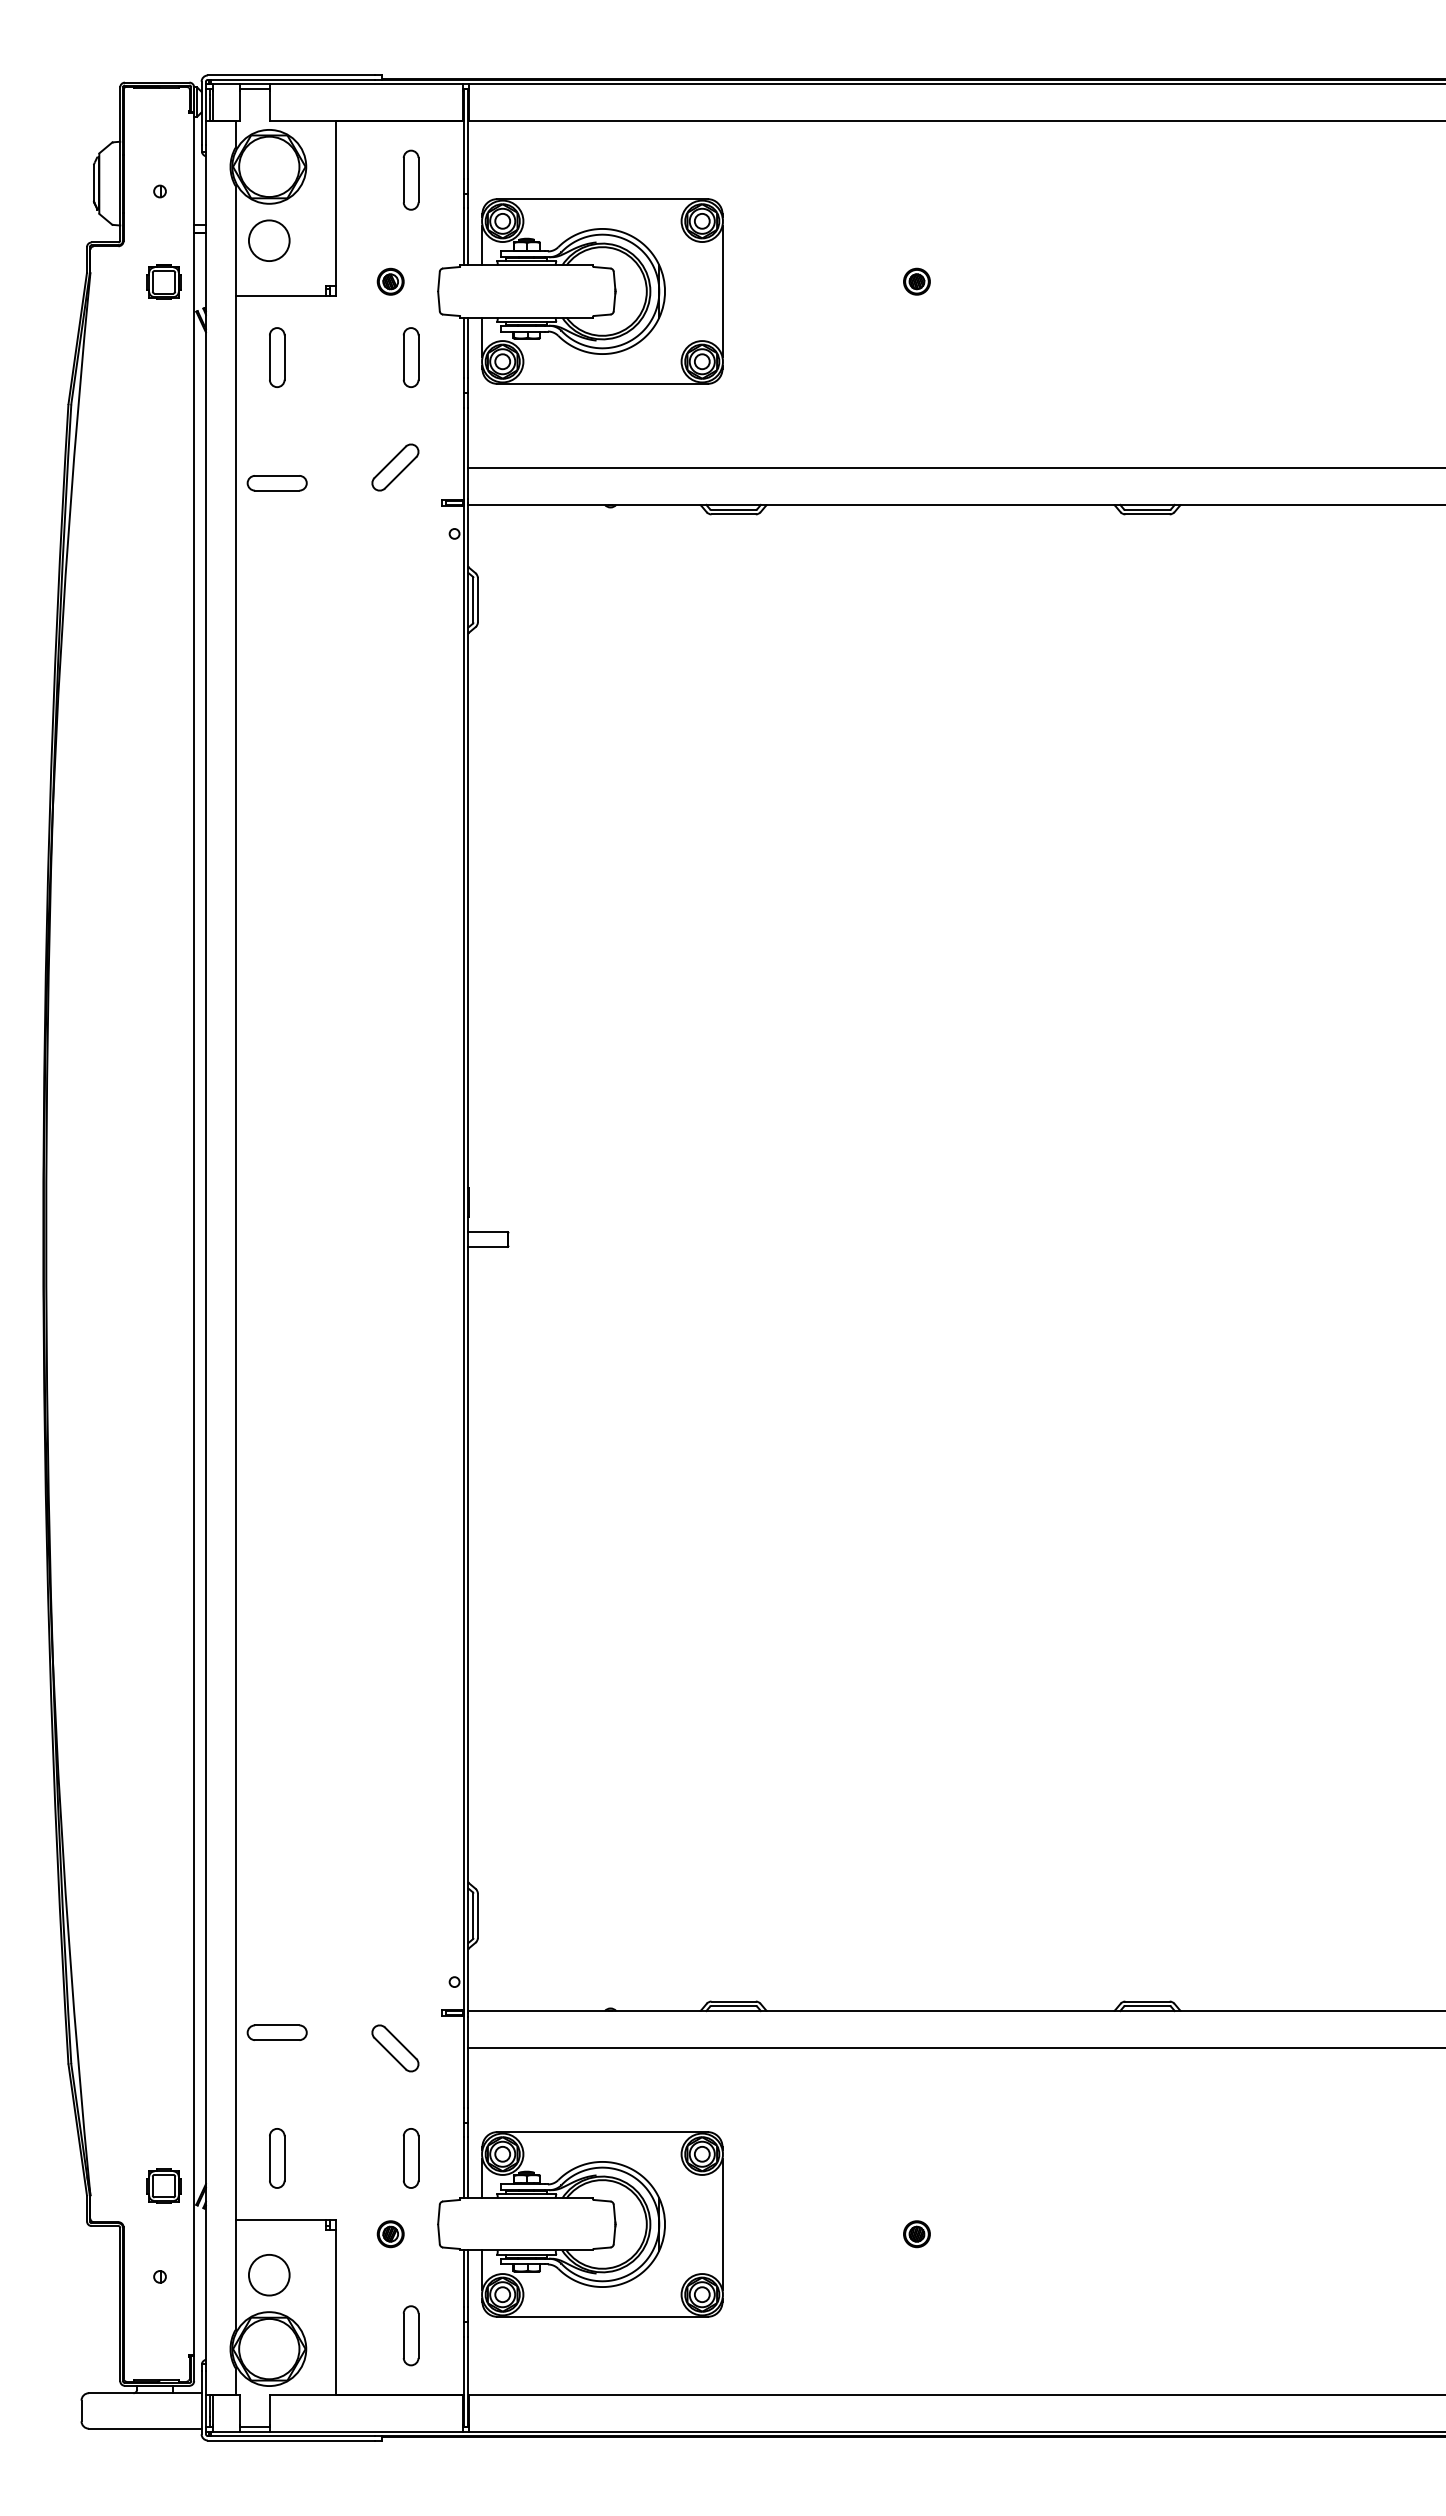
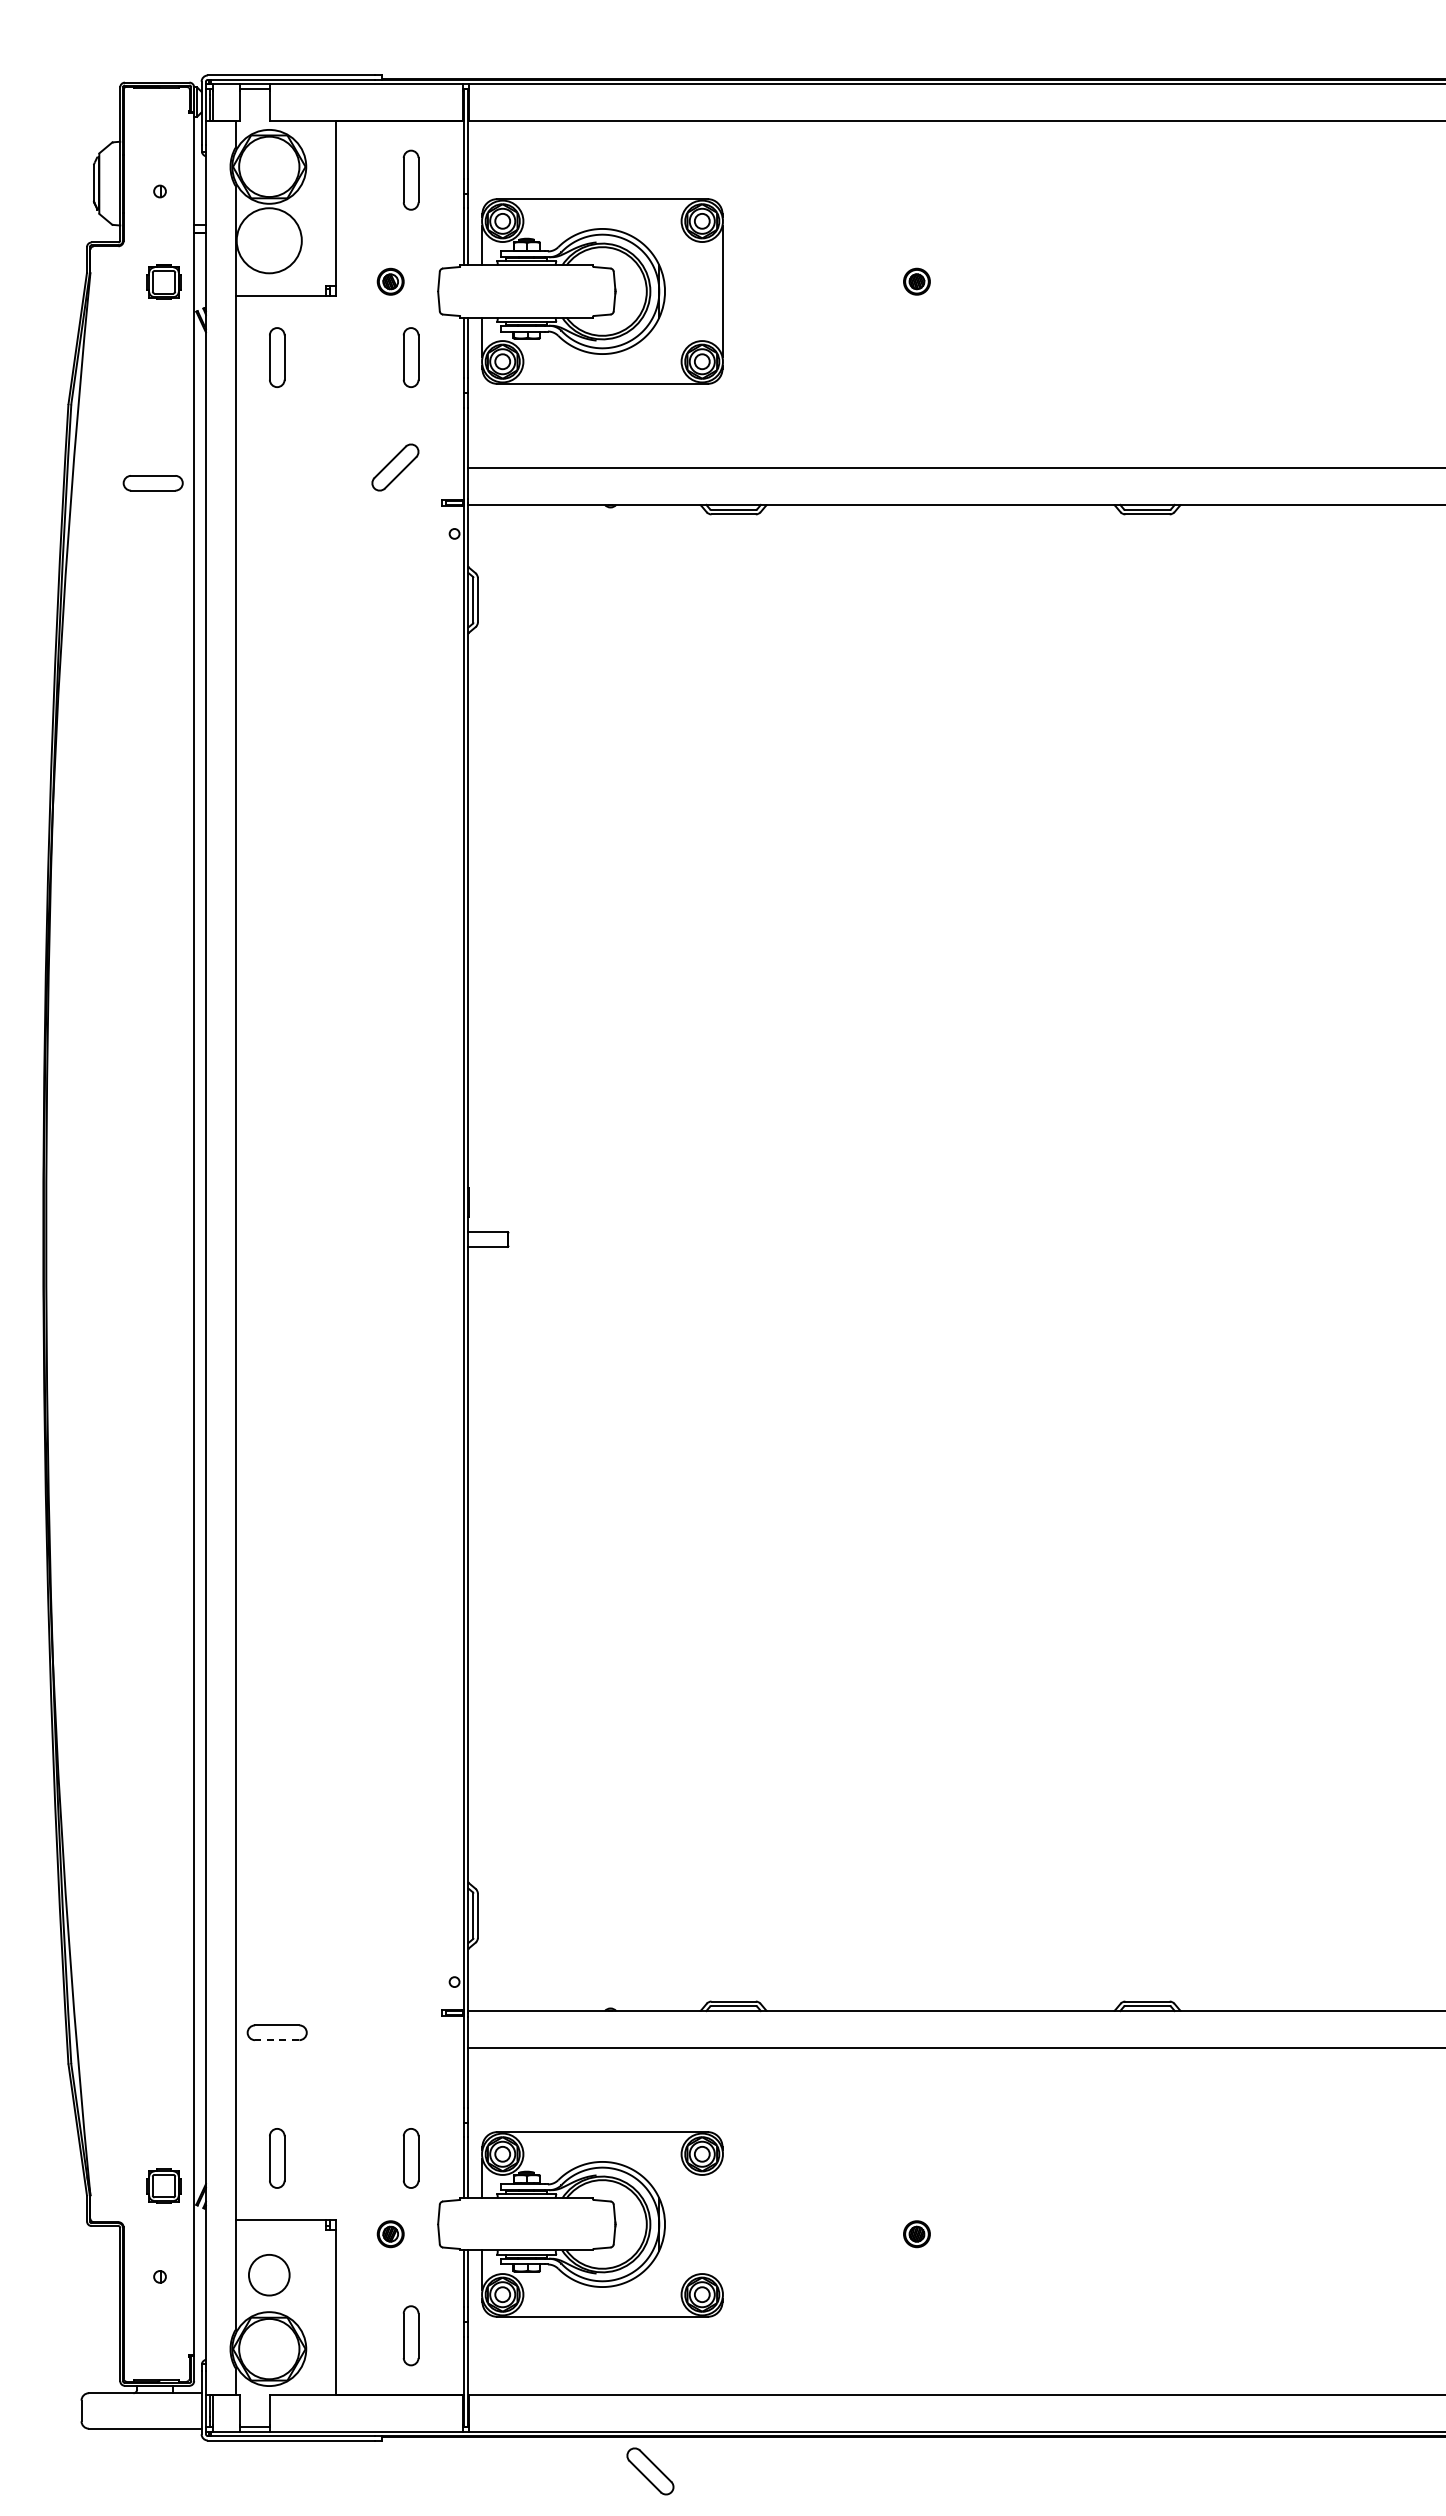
circle at (268, 240) diameter: 41 px -> 65 px
part at (276, 483) position: (276, 483) -> (152, 483)
line at (276, 2040): solid -> dashed
part at (395, 2048) position: (395, 2048) -> (650, 2471)
line at (722, 2224): present -> none
